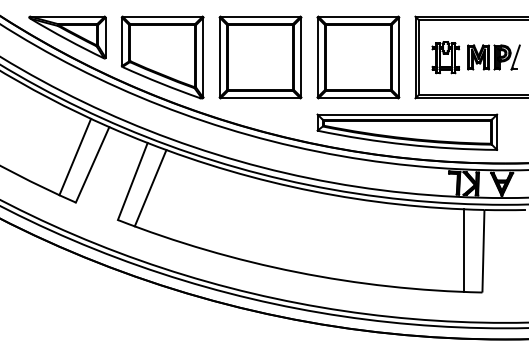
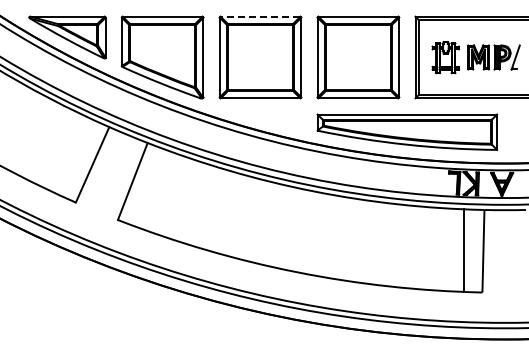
line at (260, 16): solid -> dashed
line at (75, 156): present -> none
line at (150, 188): present -> none
